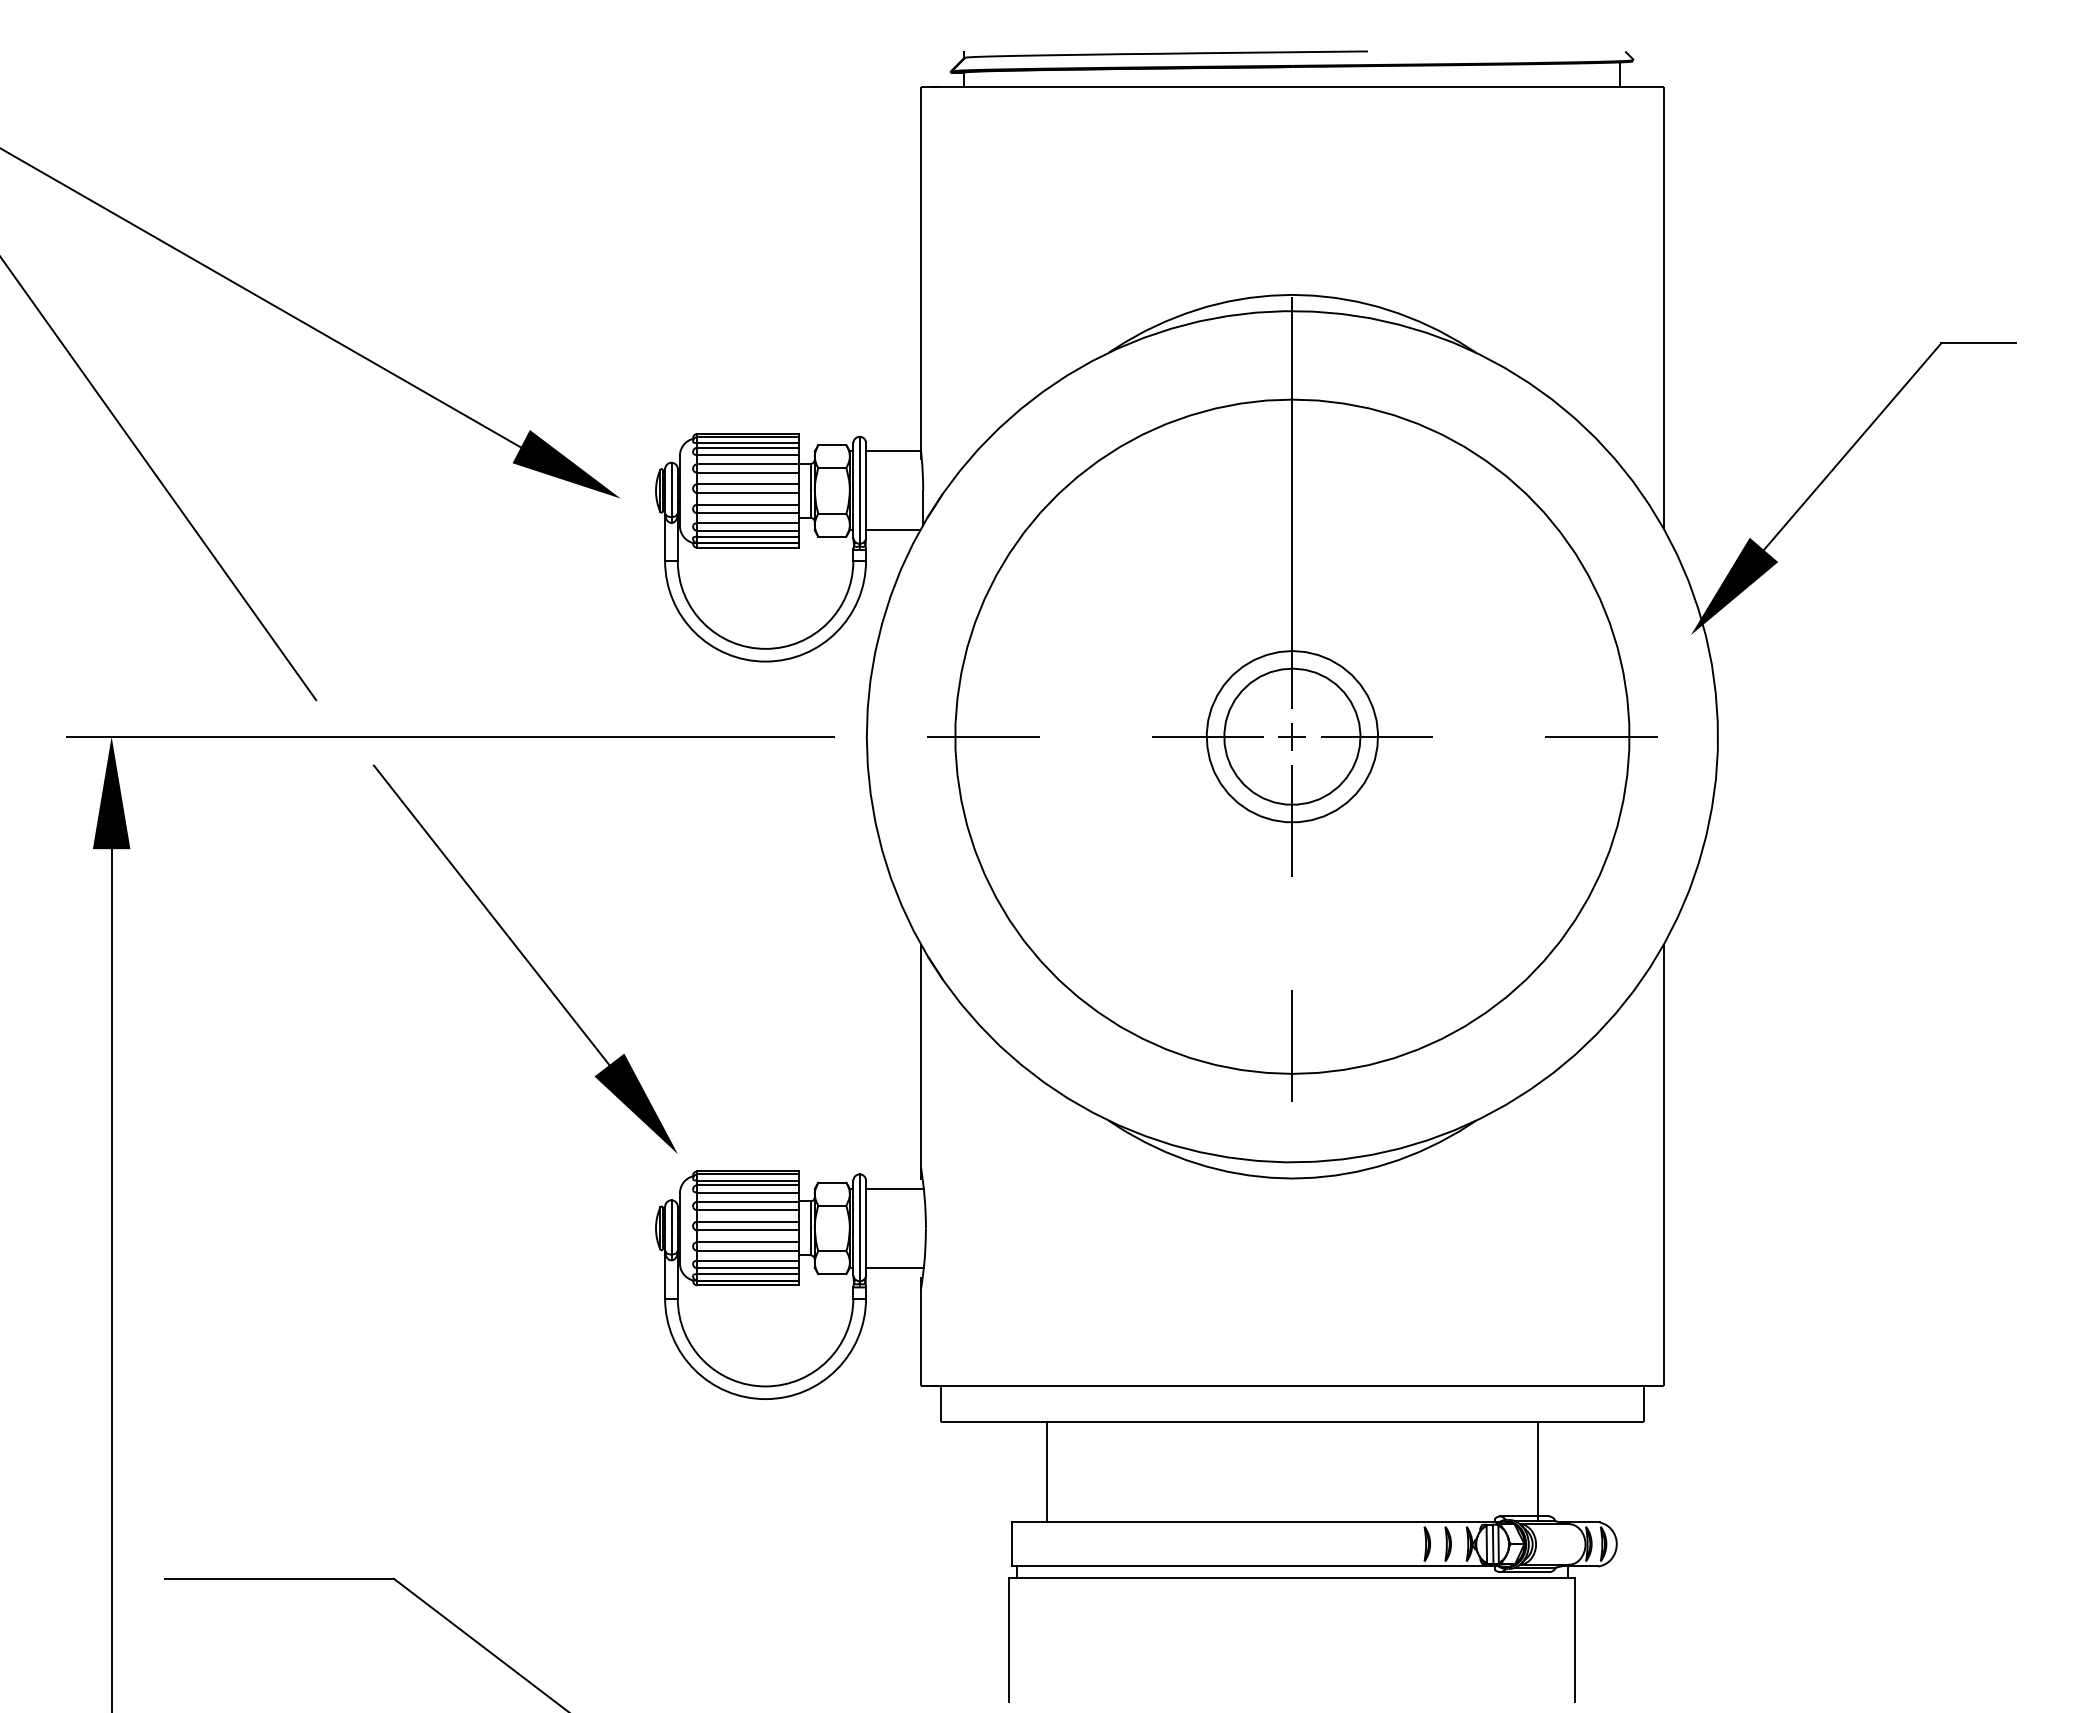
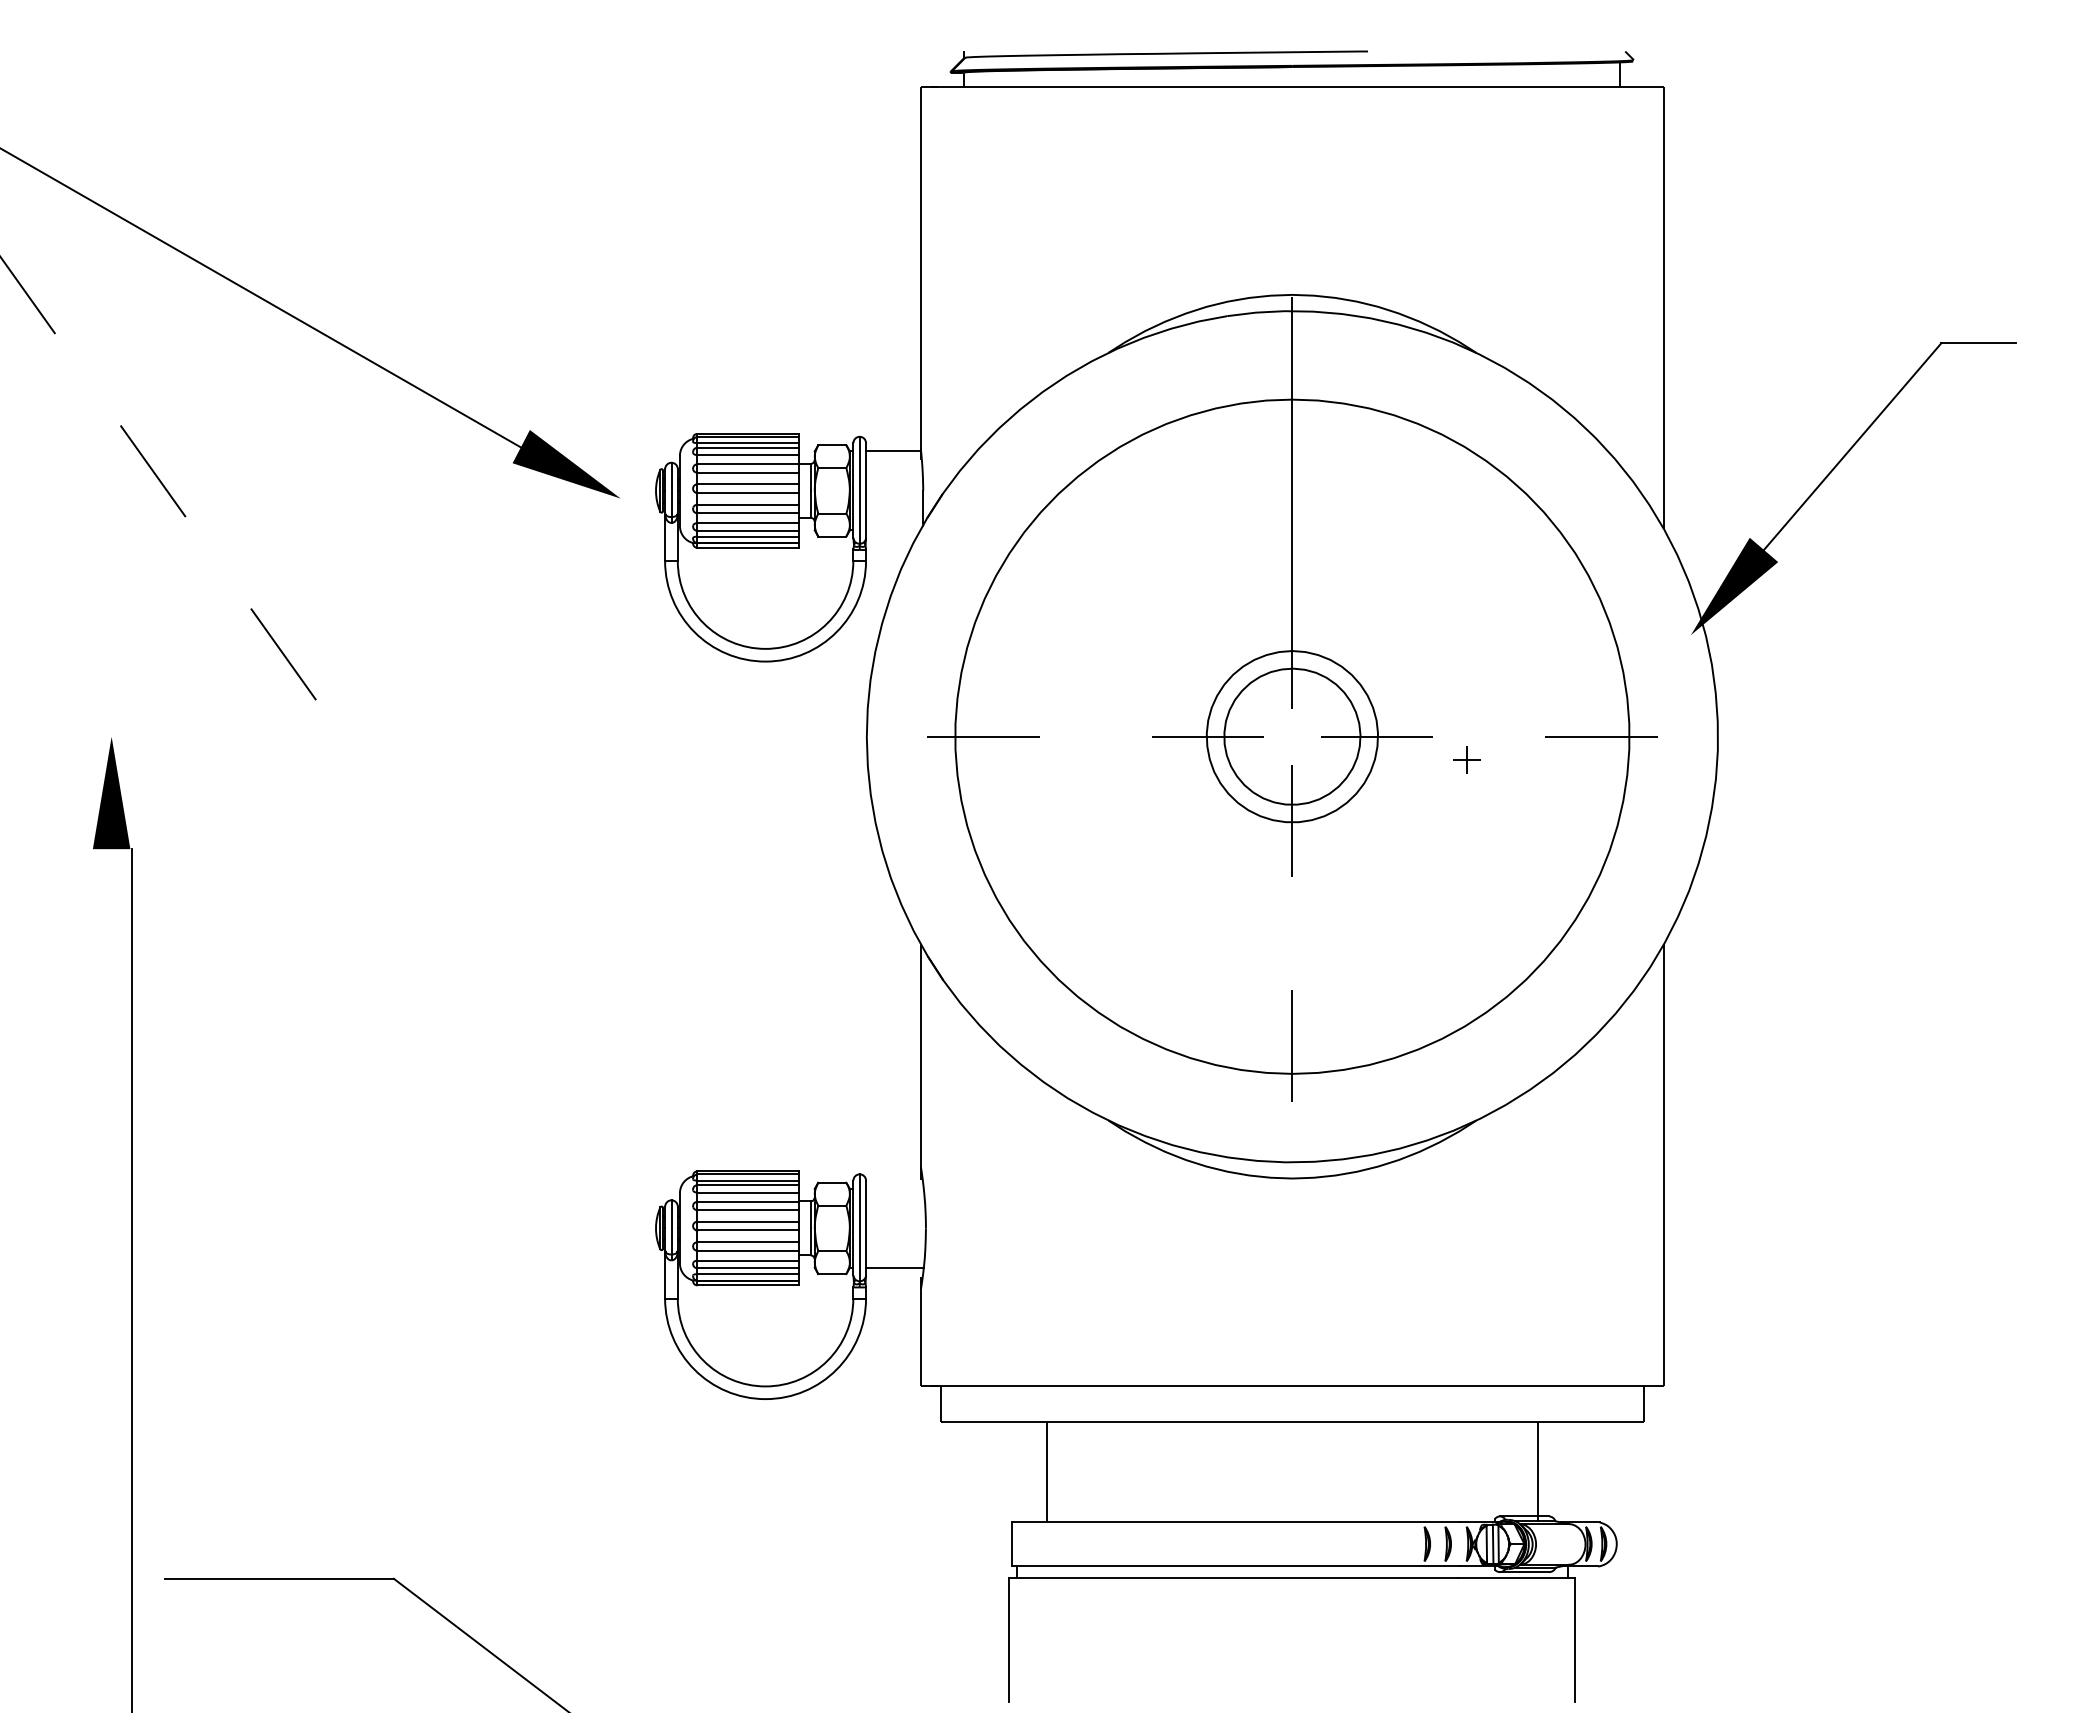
line at (157, 477): solid -> dashed
line at (893, 530): present -> none
line at (449, 736): present -> none
part at (1291, 736) position: (1291, 736) -> (1466, 759)
part at (524, 958): present -> none
line at (894, 1188): present -> none
line at (111, 1279) position: (111, 1279) -> (131, 1279)
